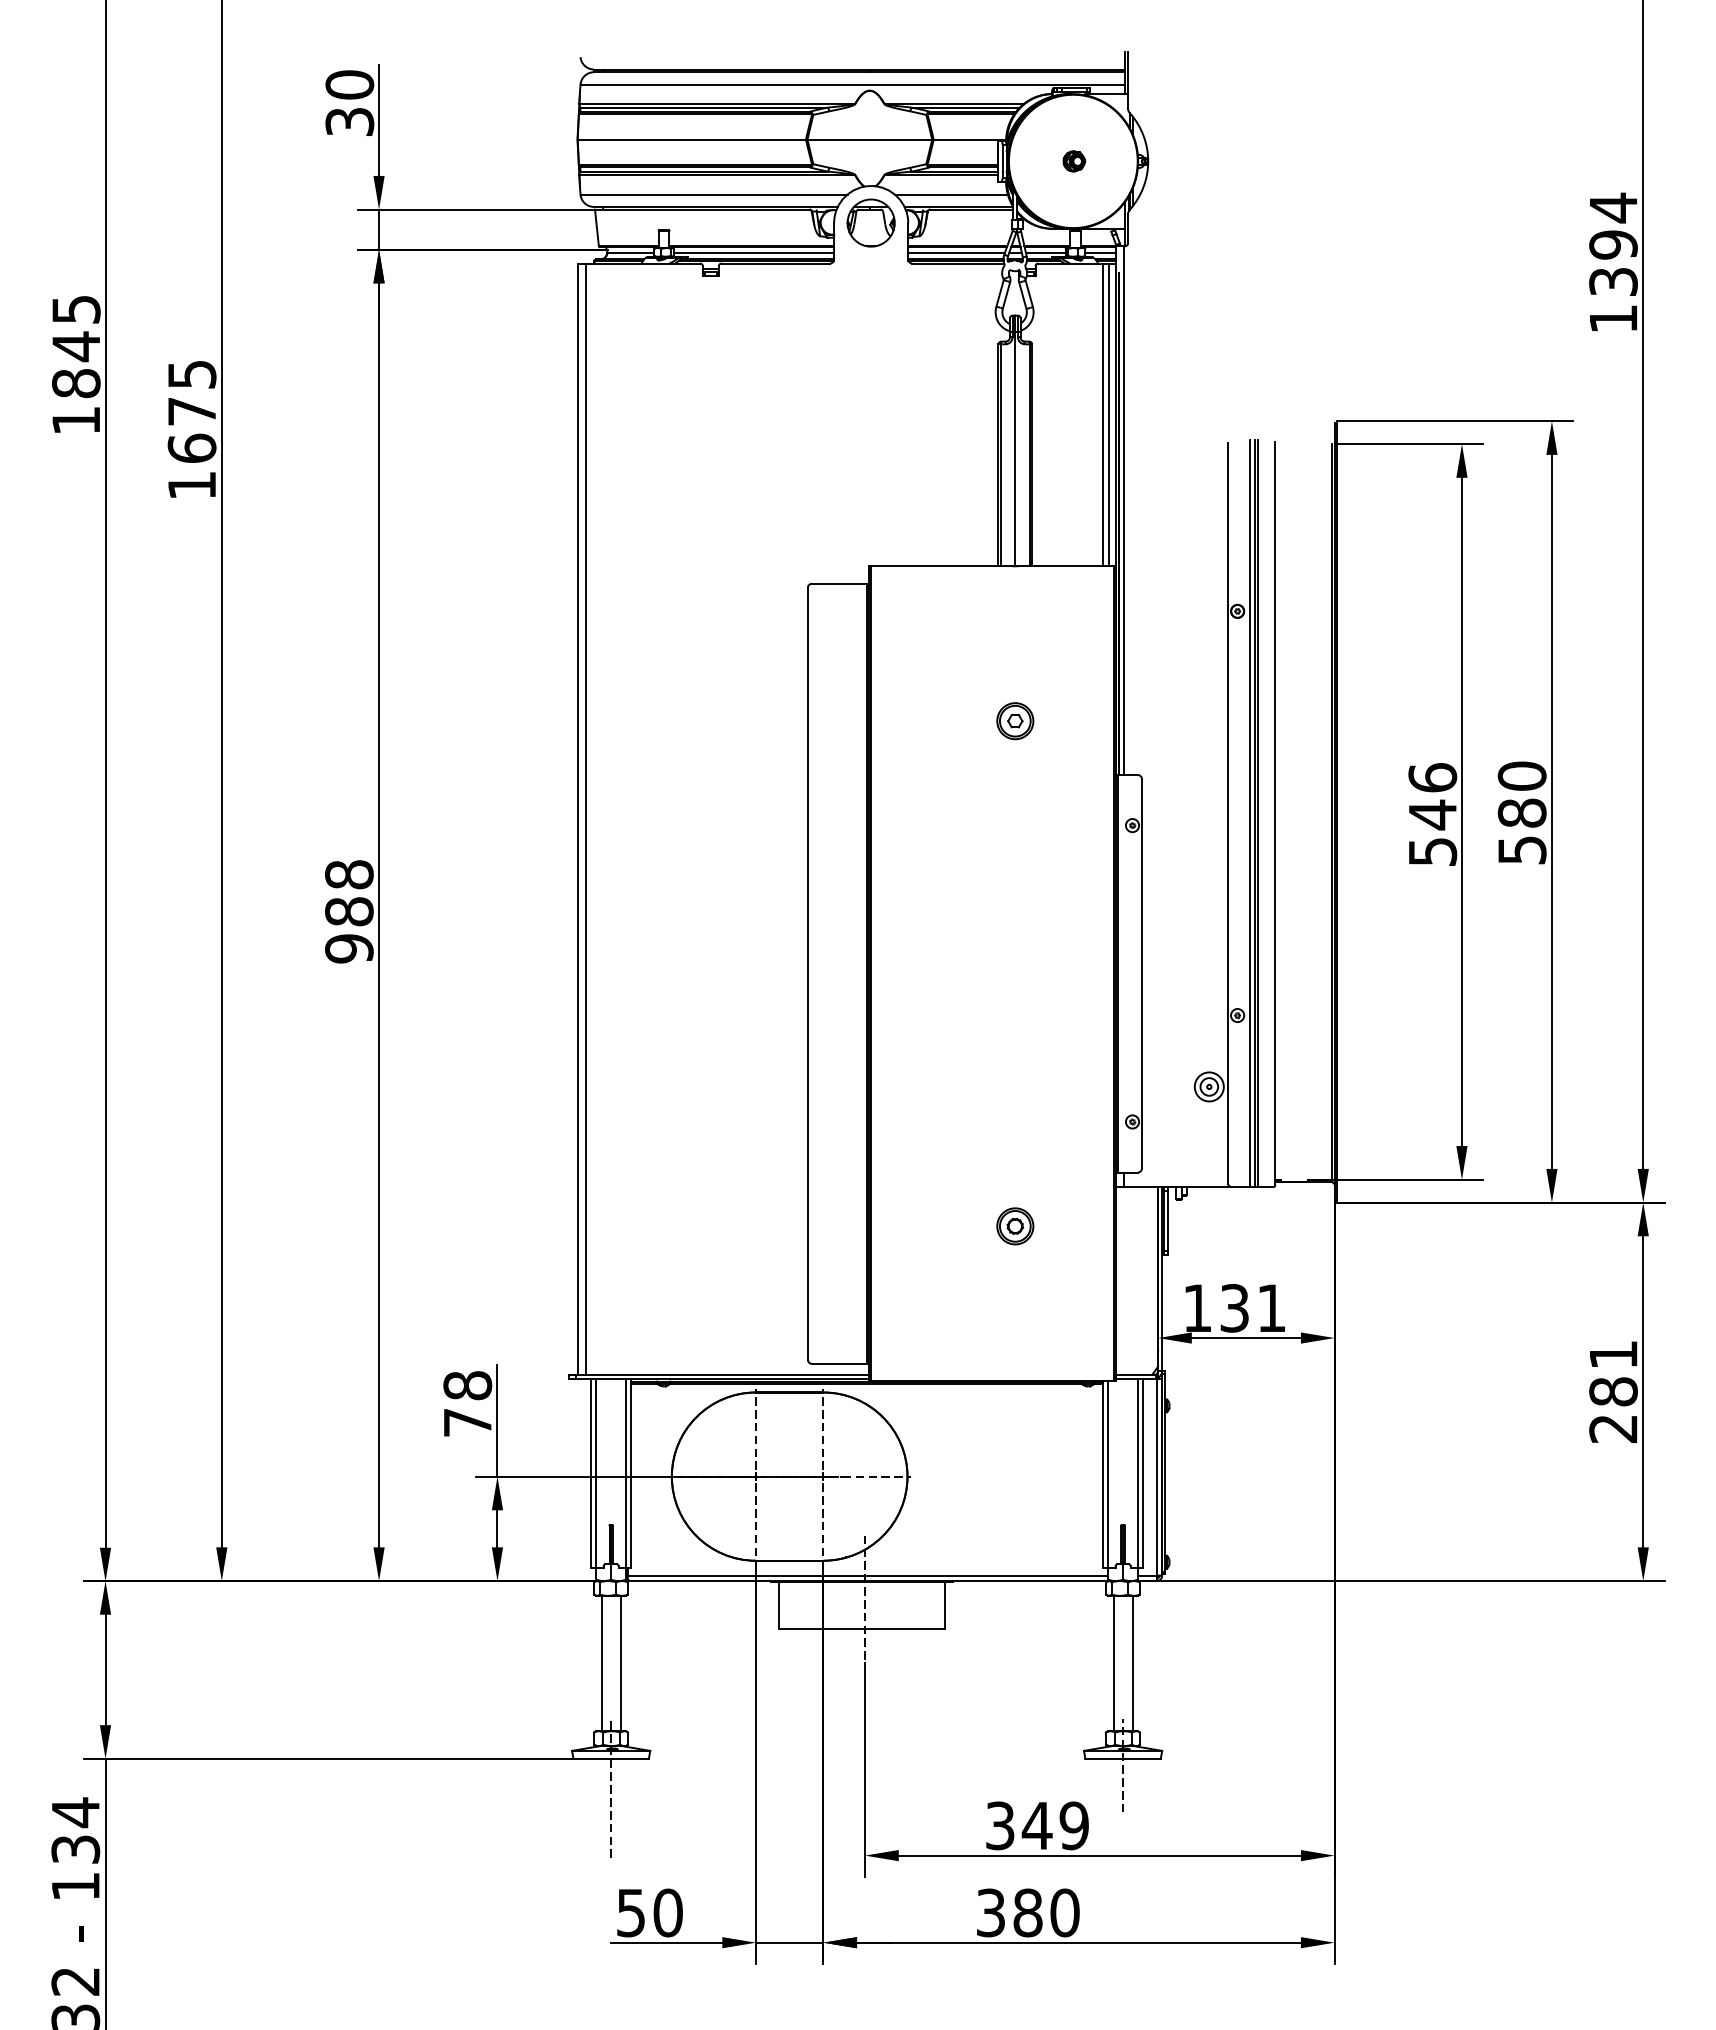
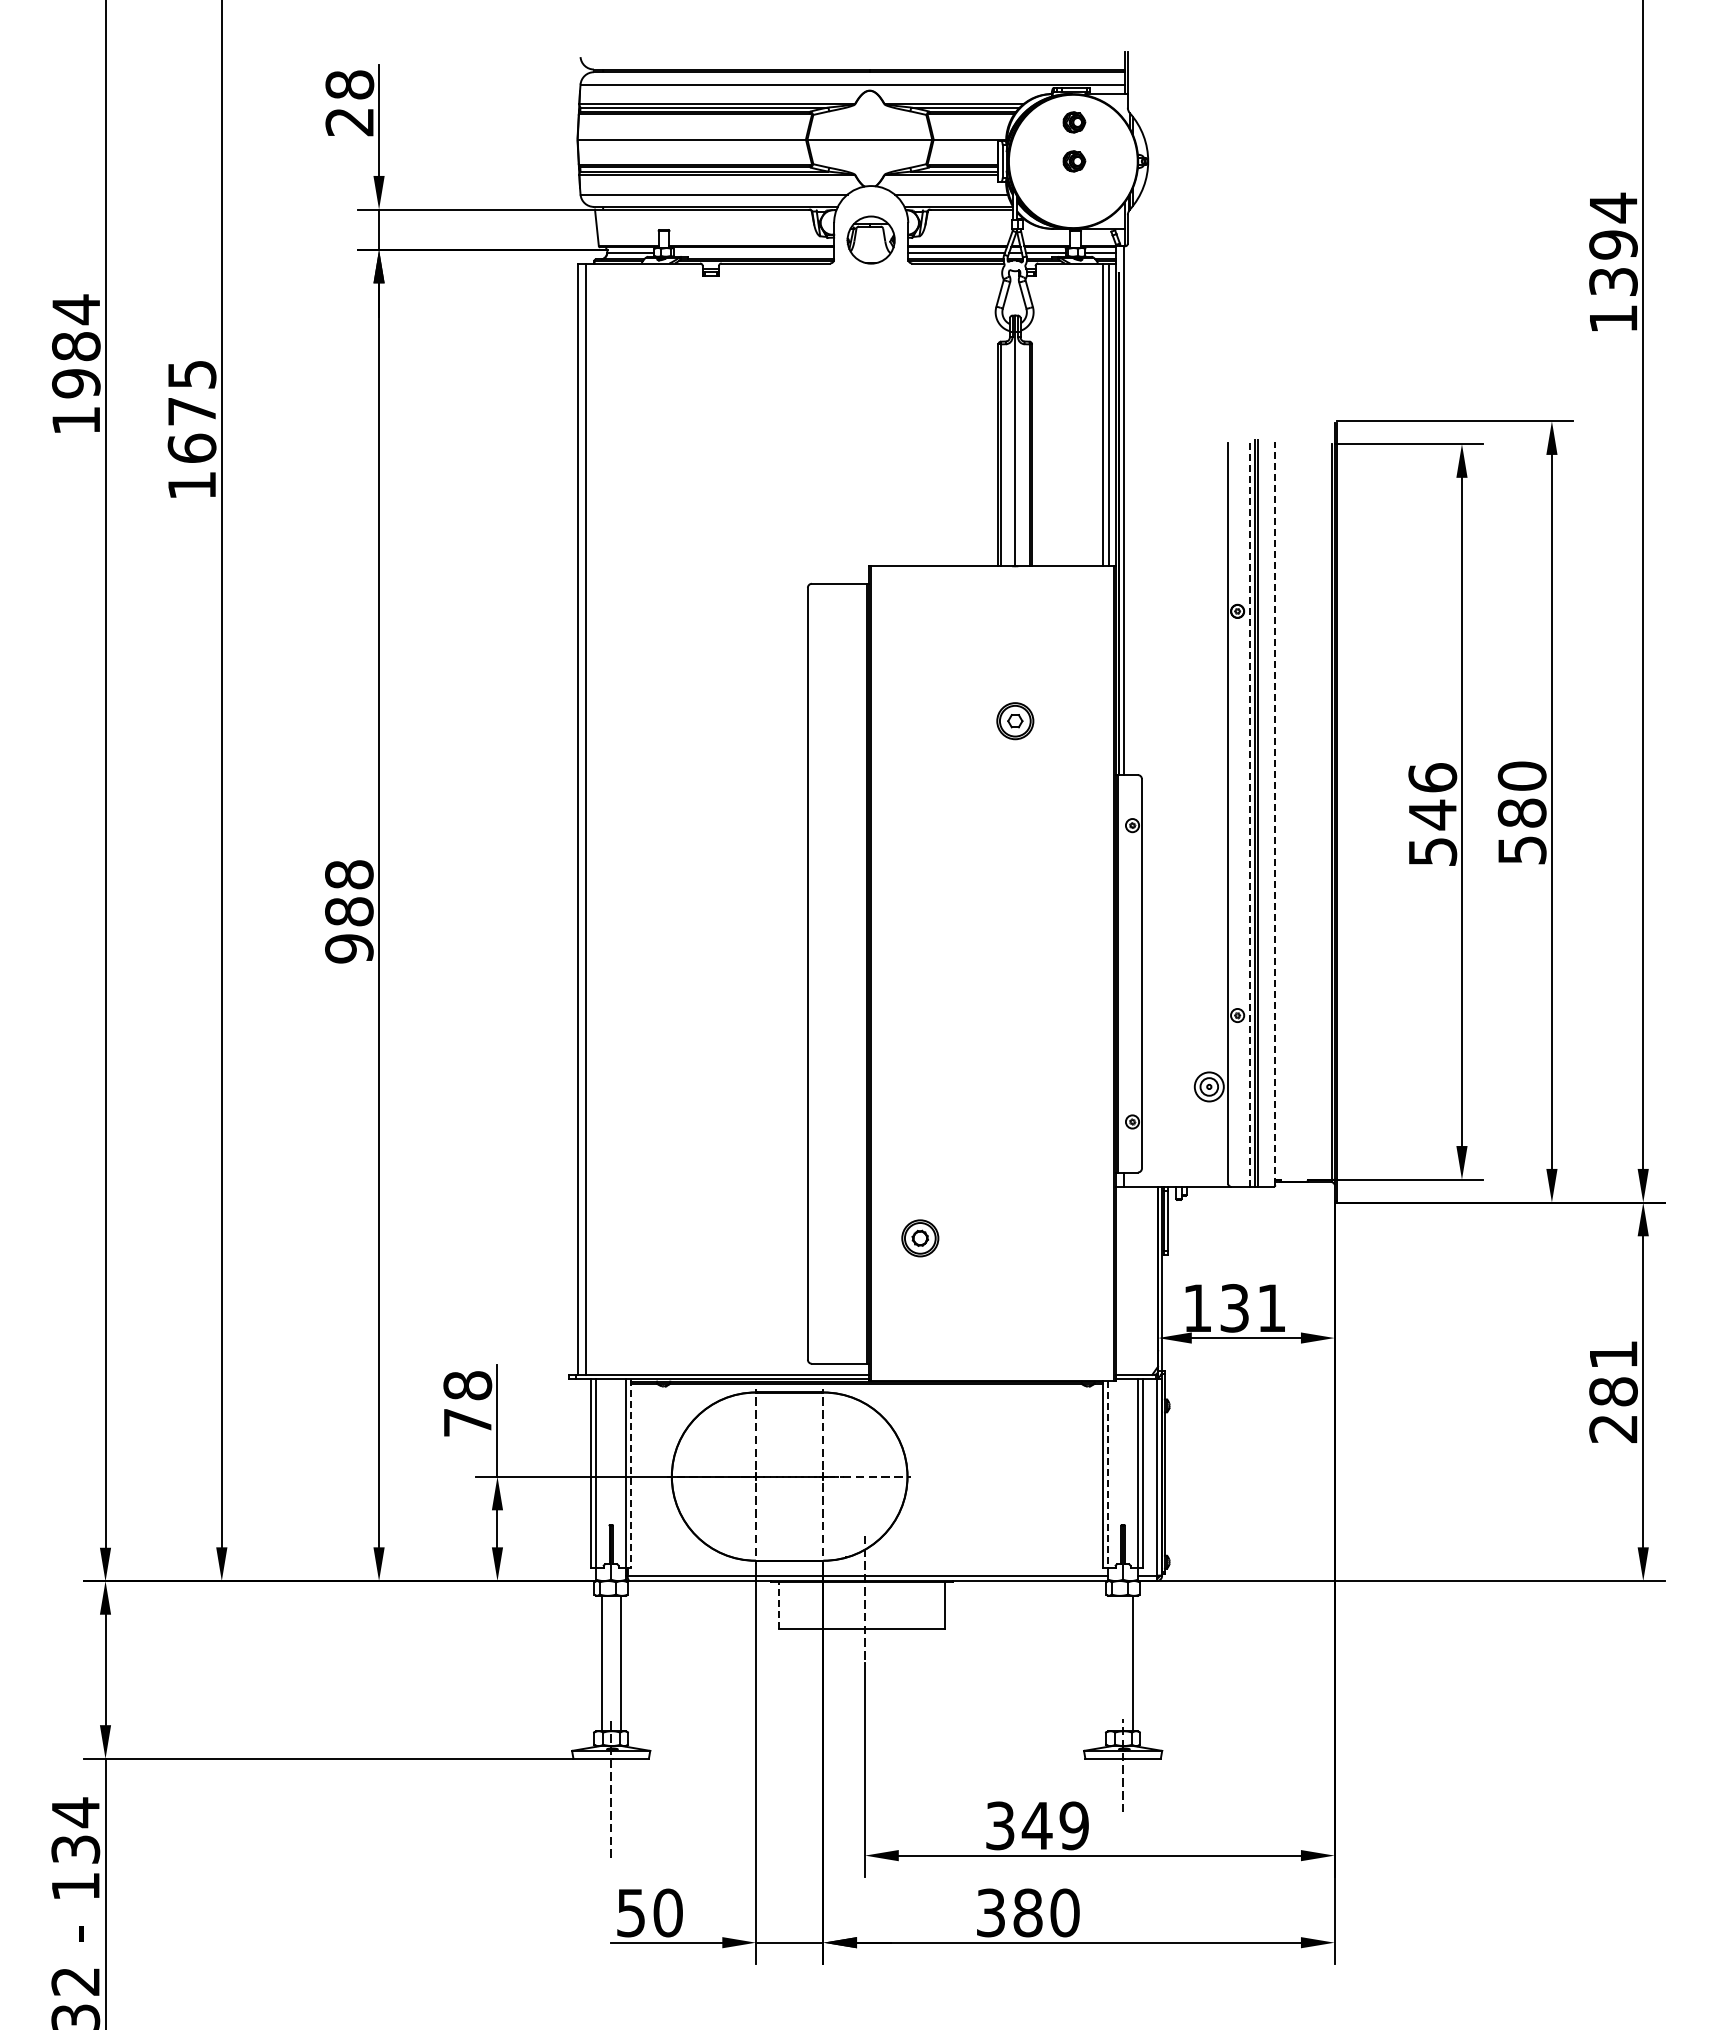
text at (349, 103): 30 -> 28
part at (1074, 122): none -> present
part at (870, 222) position: (870, 222) -> (870, 239)
line at (753, 253): present -> none
text at (76, 346): 1845 -> 1984
line at (1249, 812): solid -> dashed
line at (1275, 813): solid -> dashed
part at (1015, 1226) position: (1015, 1226) -> (920, 1238)
line at (631, 1473): solid -> dashed
line at (1108, 1474): solid -> dashed
line at (778, 1605): solid -> dashed
line at (1113, 1663): present -> none
